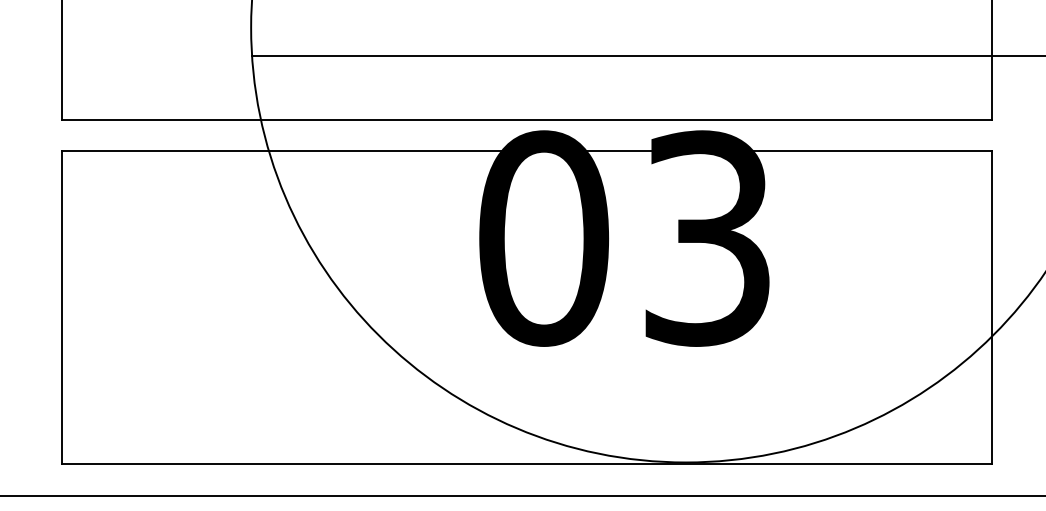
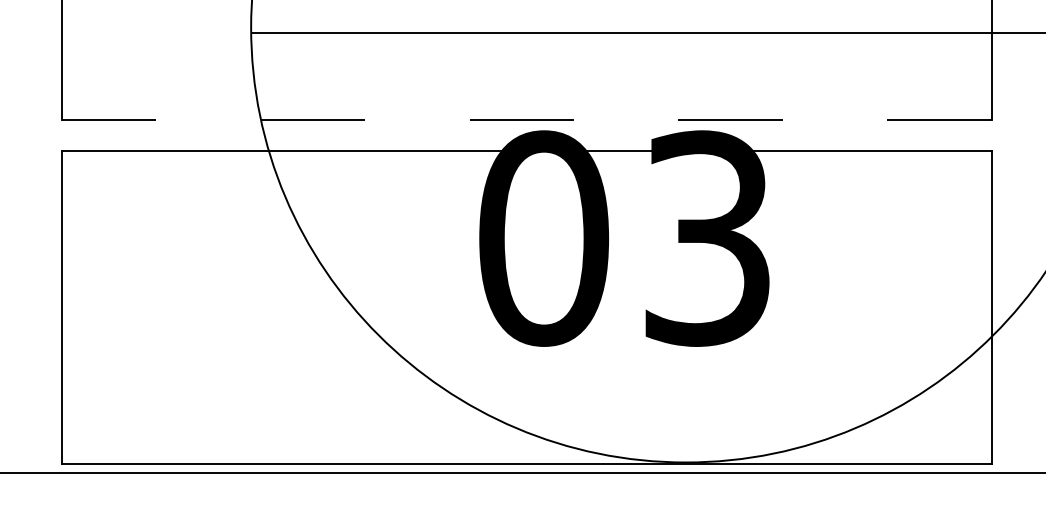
line at (647, 55) position: (647, 55) -> (647, 32)
line at (526, 119): solid -> dashed
line at (522, 495) position: (522, 495) -> (522, 472)
